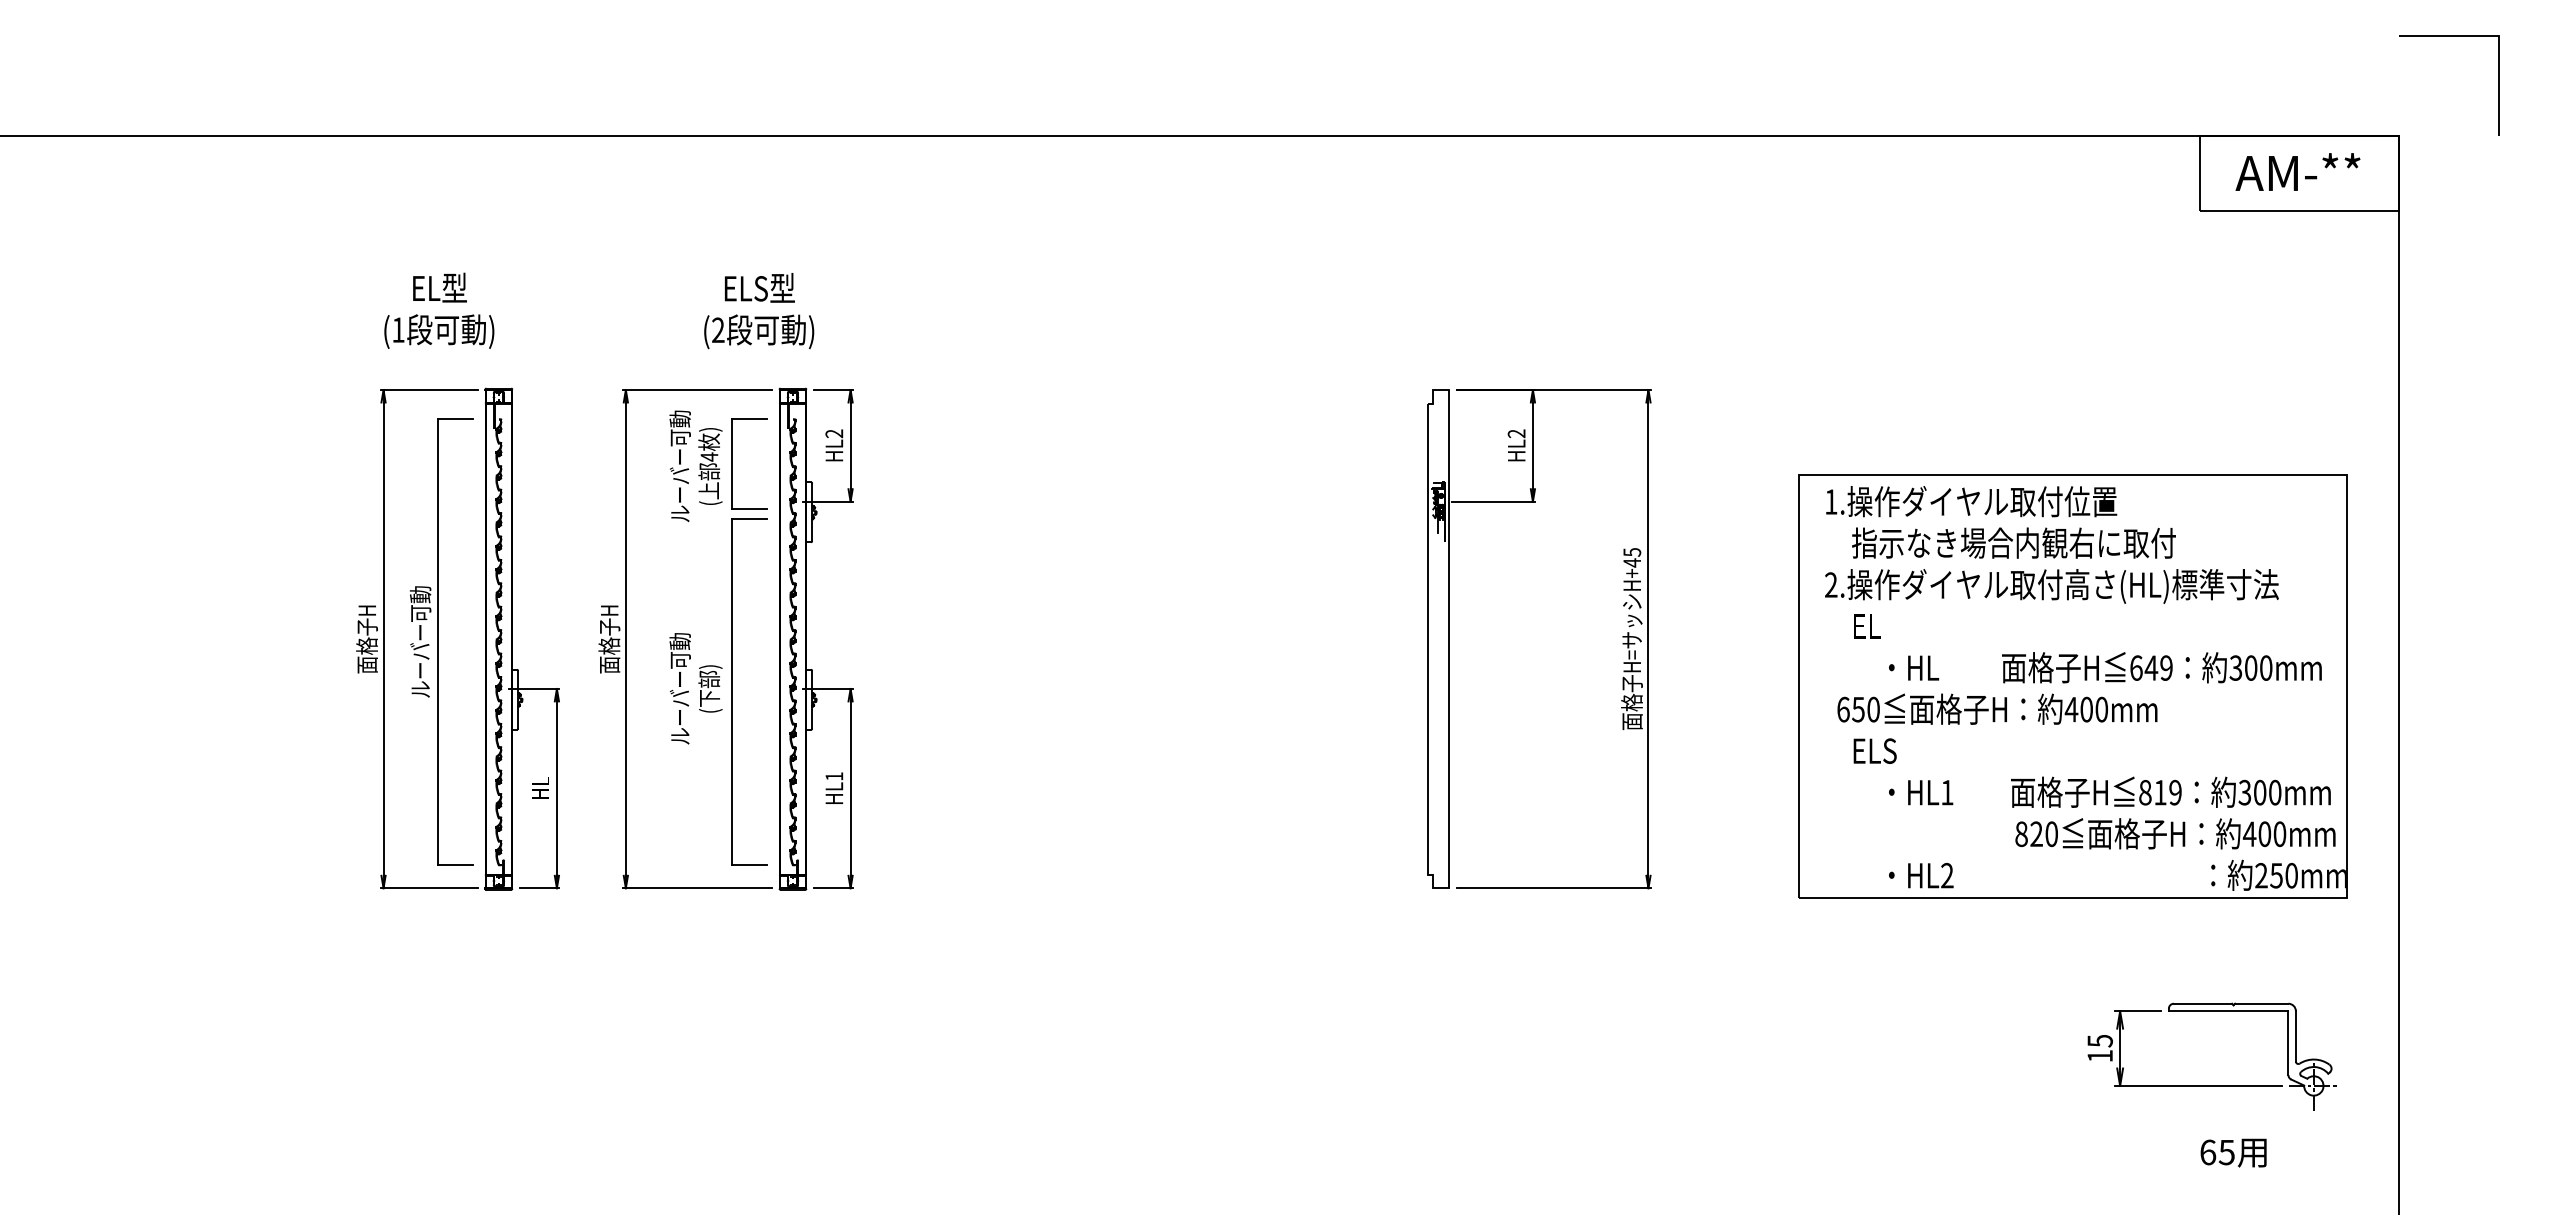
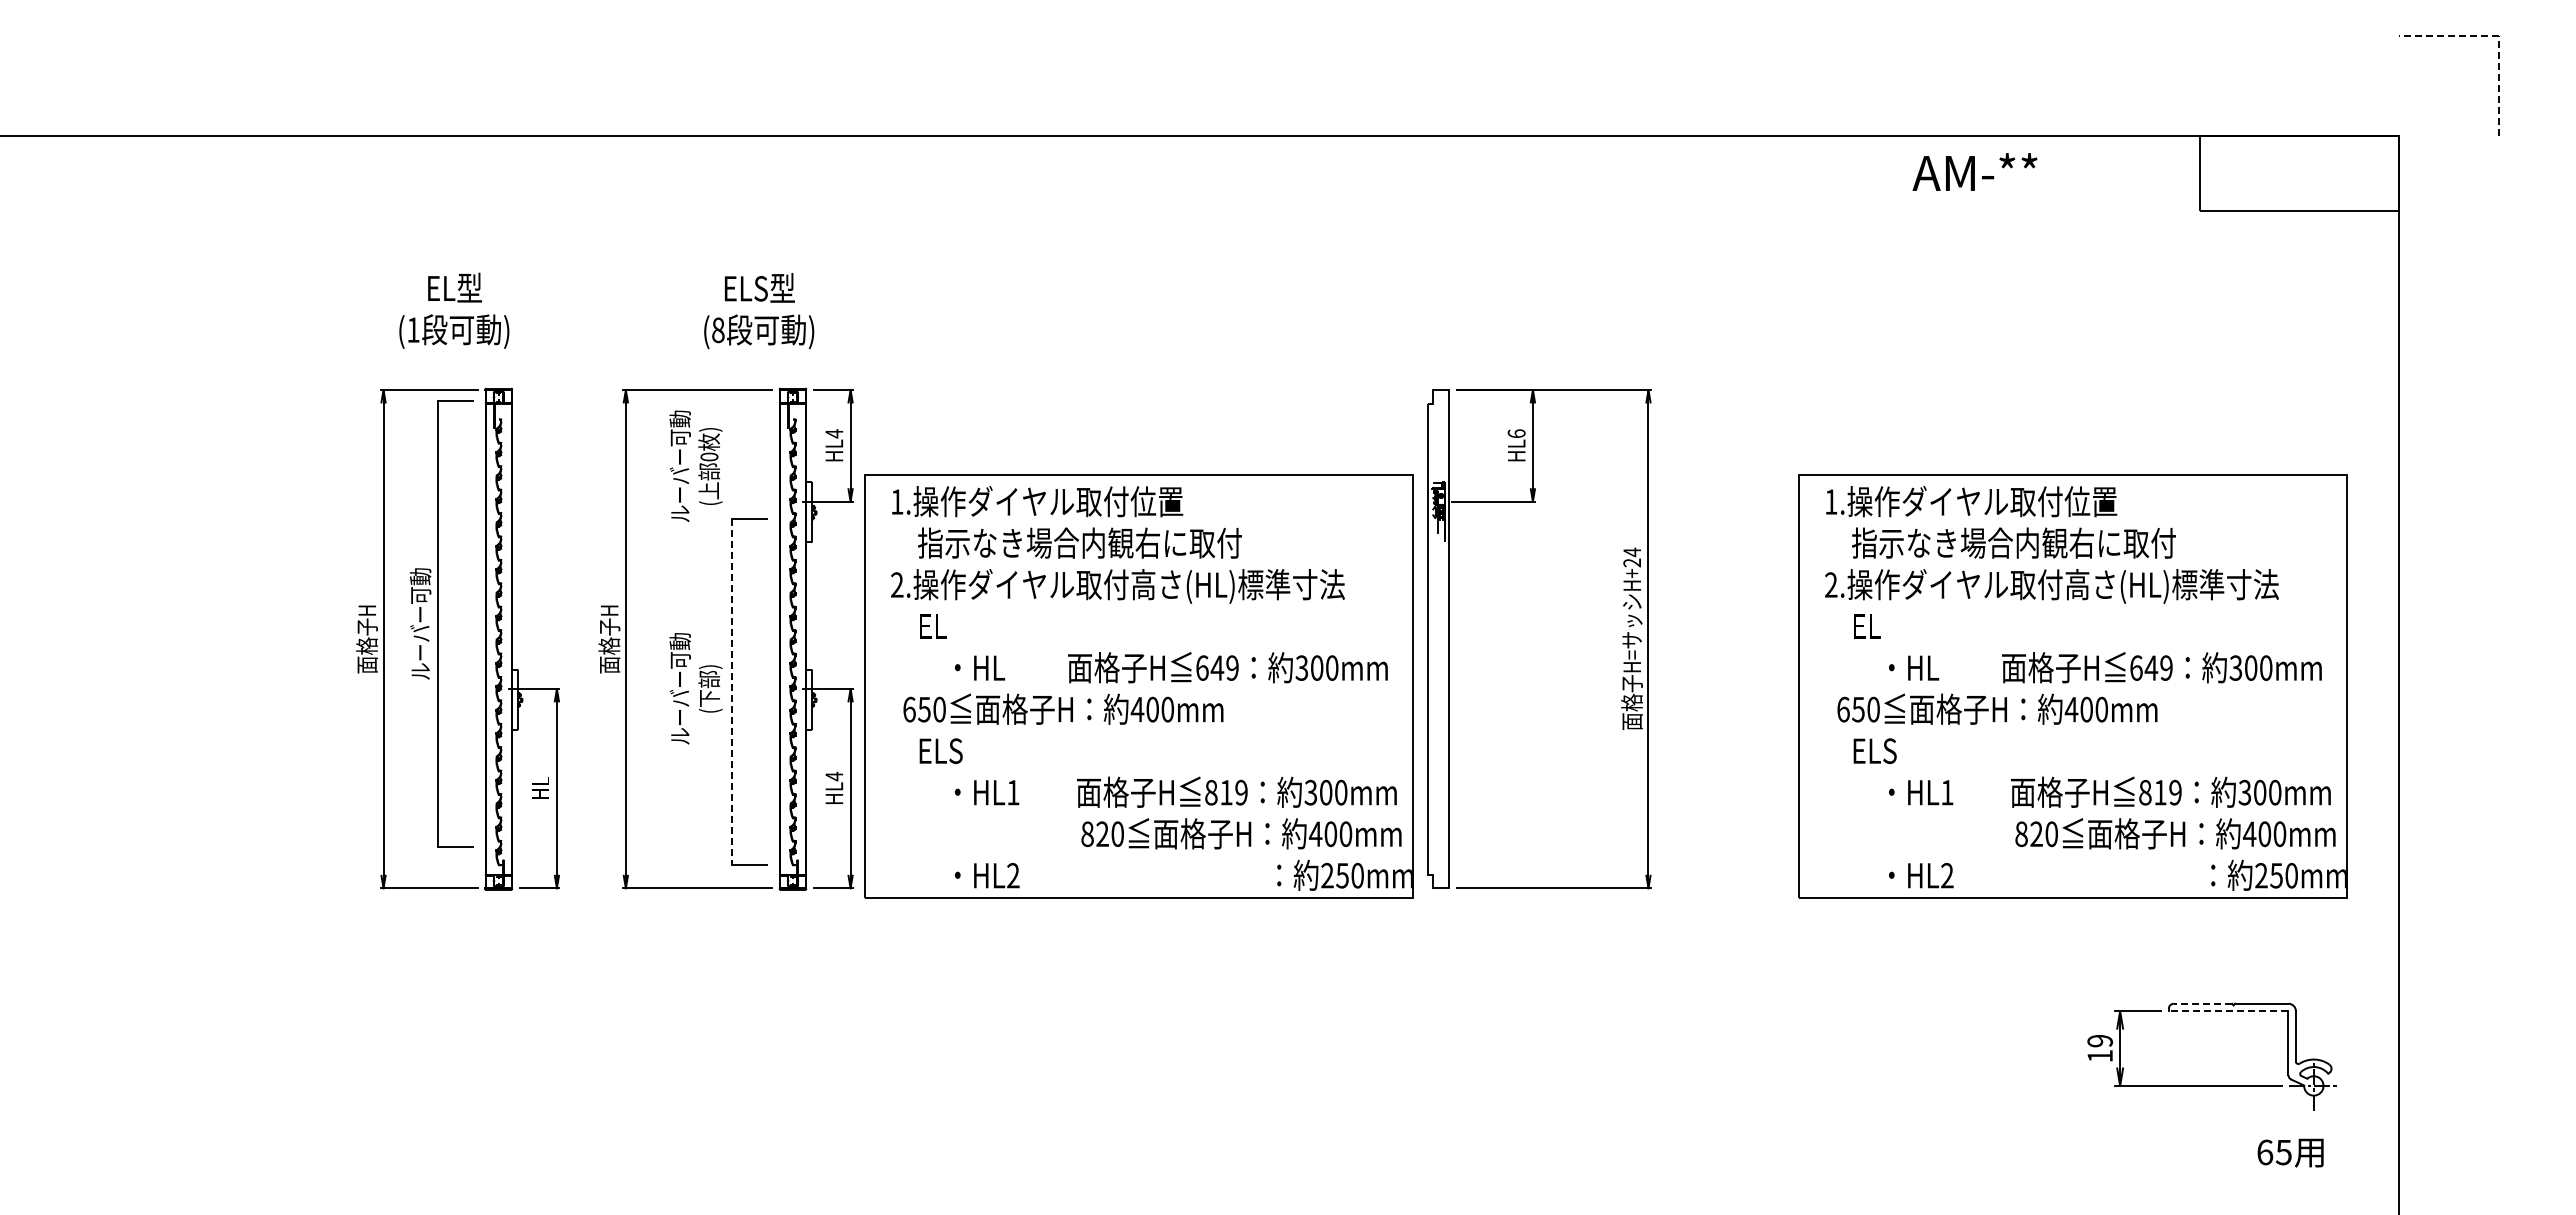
line at (2498, 36): solid -> dashed
text at (2297, 171) position: (2297, 171) -> (1974, 171)
text at (439, 310) position: (439, 310) -> (454, 310)
text at (718, 330): (2 -> (8
text at (834, 433): HL2 -> HL4
text at (1516, 433): HL2 -> HL6
text at (709, 456): 4 -> 0
part at (732, 463): present -> none
text at (1632, 557): H+45 -> H+24
part at (441, 641) position: (441, 641) -> (441, 623)
part at (1138, 686): none -> present
line at (732, 692): solid -> dashed
text at (834, 776): HL1 -> HL4
line at (2202, 1003): solid -> dashed
line at (2228, 1011): solid -> dashed
text at (2099, 1041): 15 -> 19
text at (2233, 1152) position: (2233, 1152) -> (2290, 1152)
